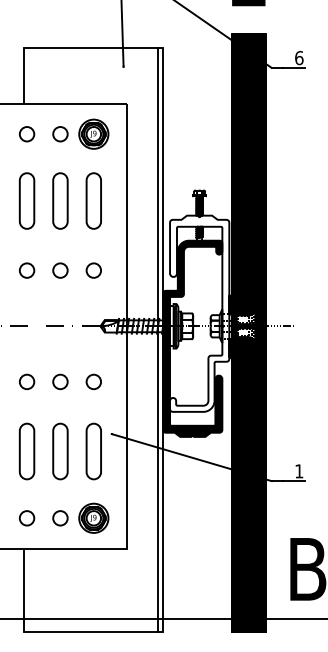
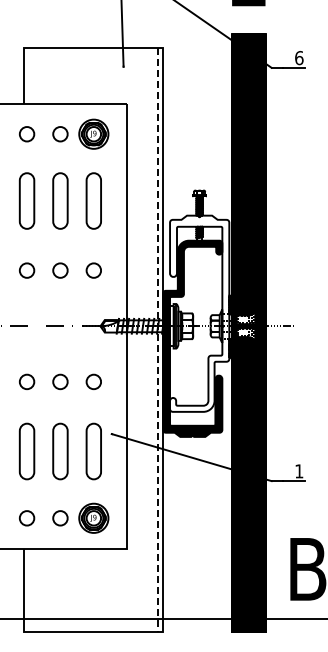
line at (157, 340): solid -> dashed
